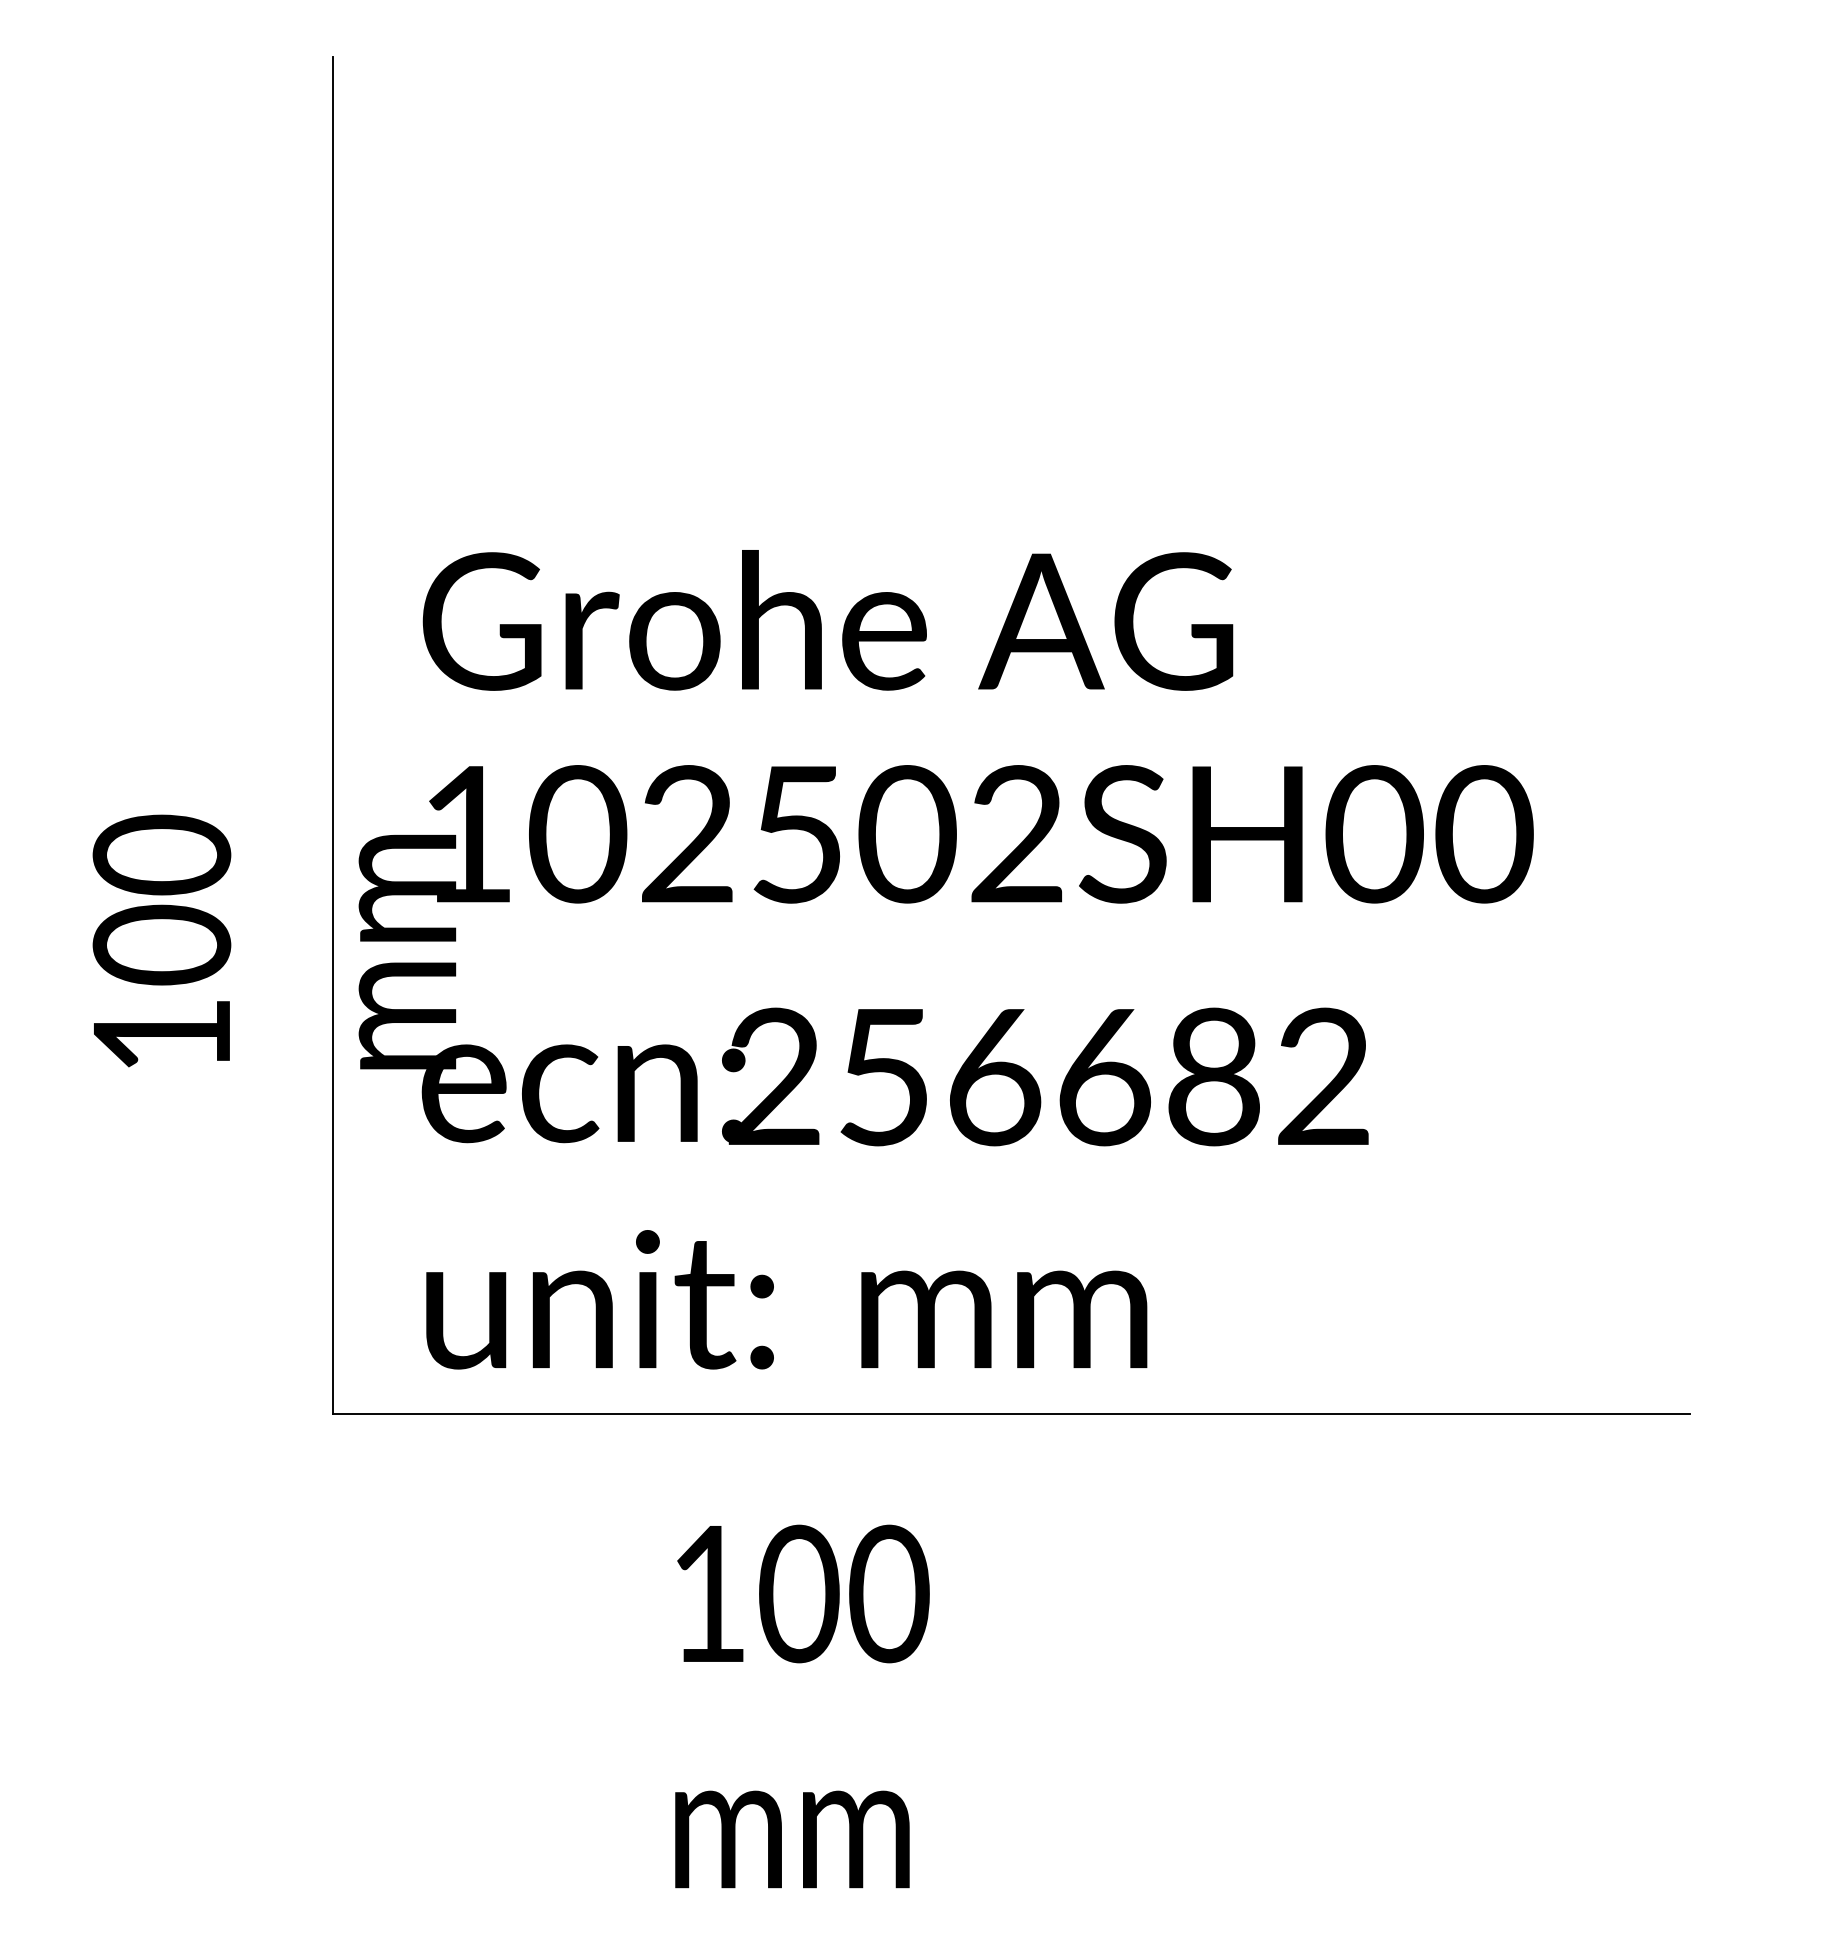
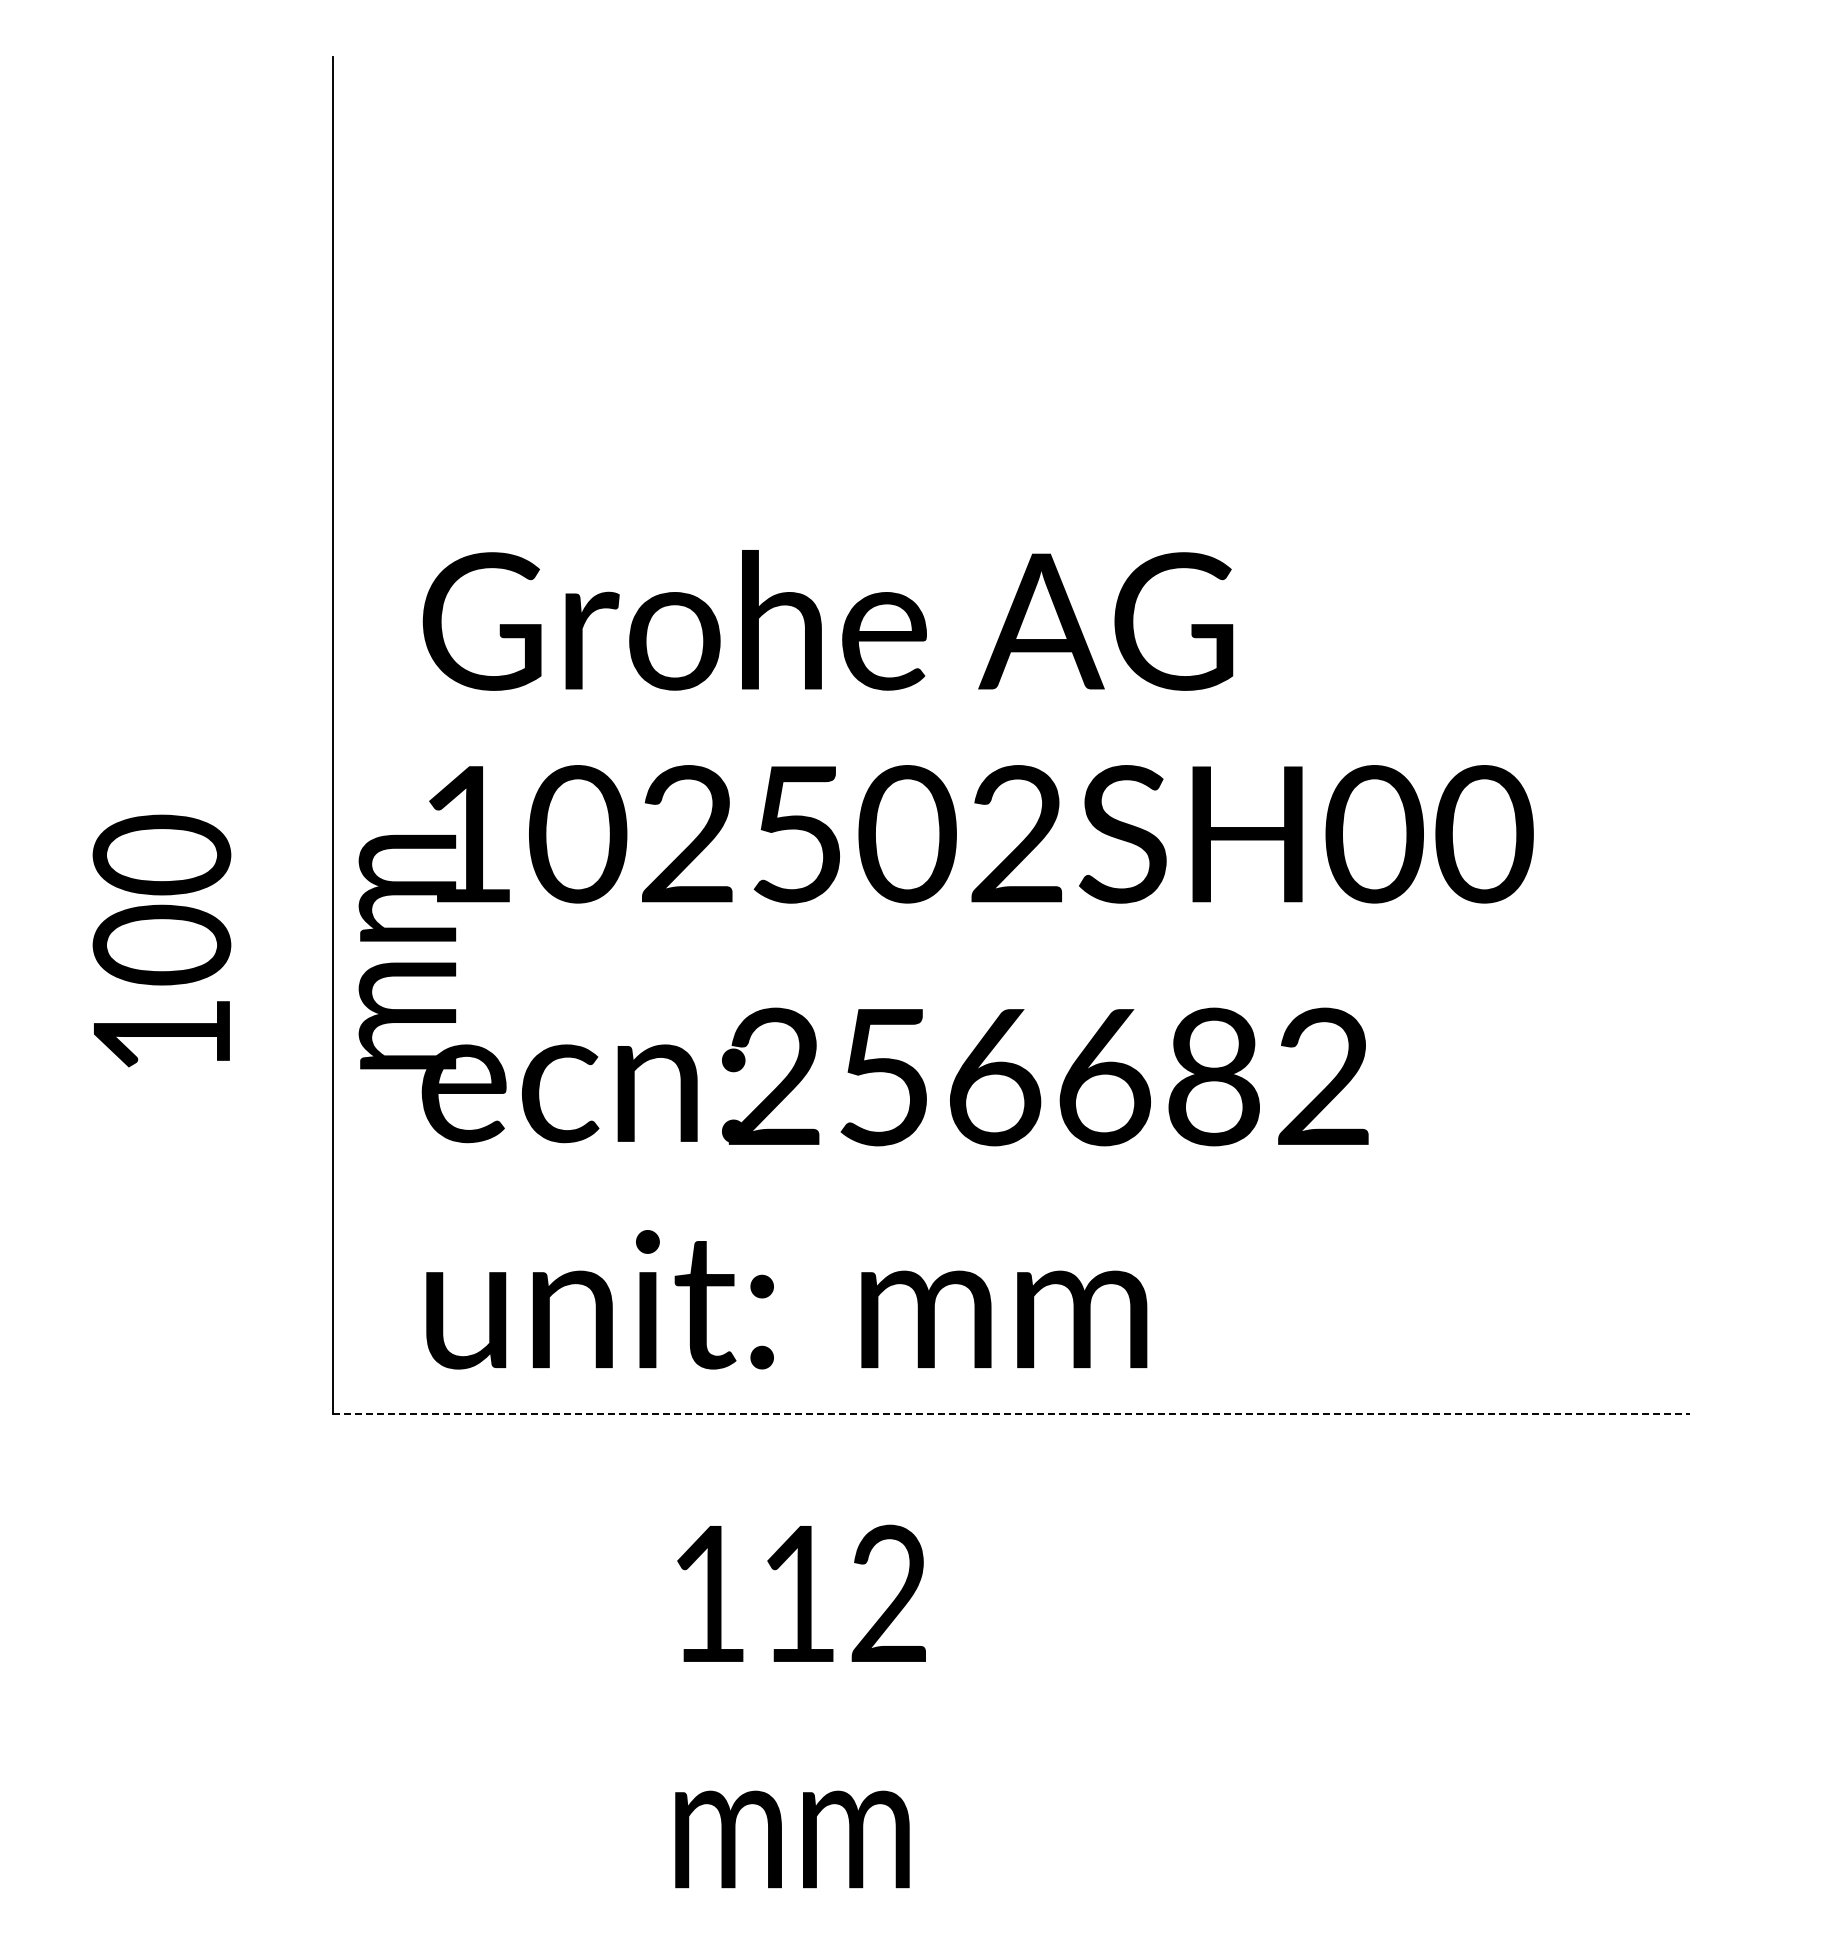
line at (1011, 1414): solid -> dashed
text at (844, 1593): 100 -> 112
